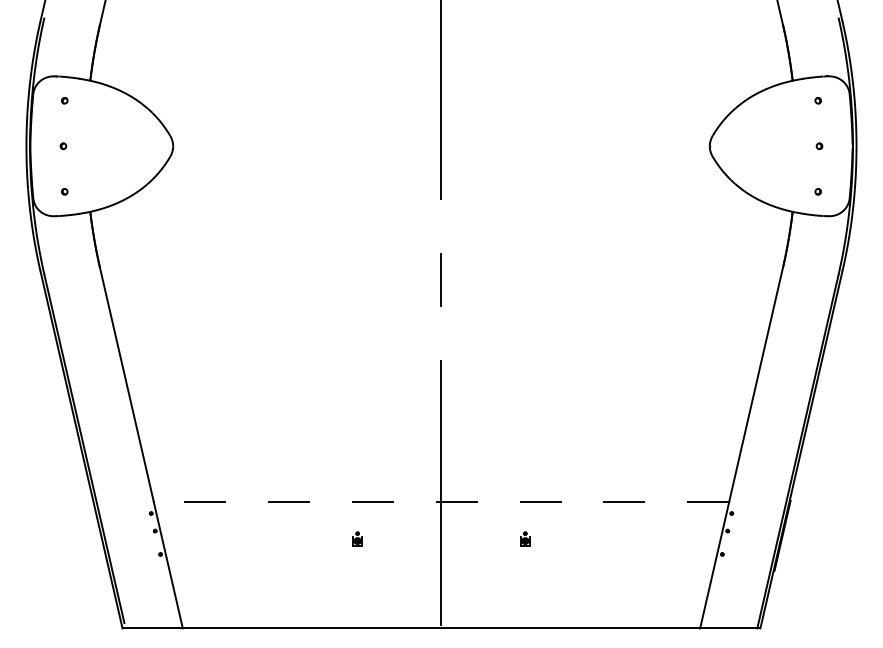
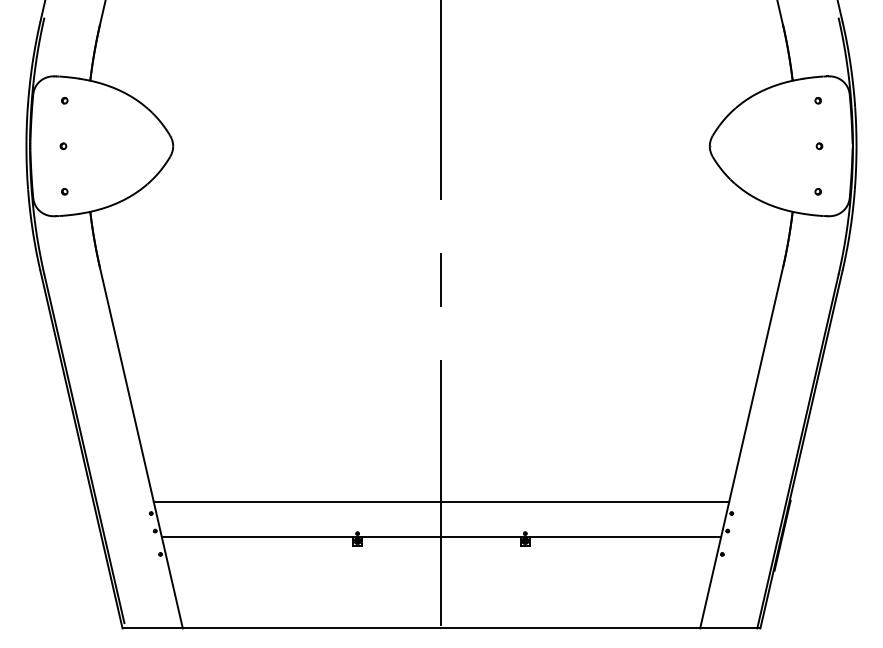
line at (441, 501): dashed -> solid
line at (441, 537): none -> present
